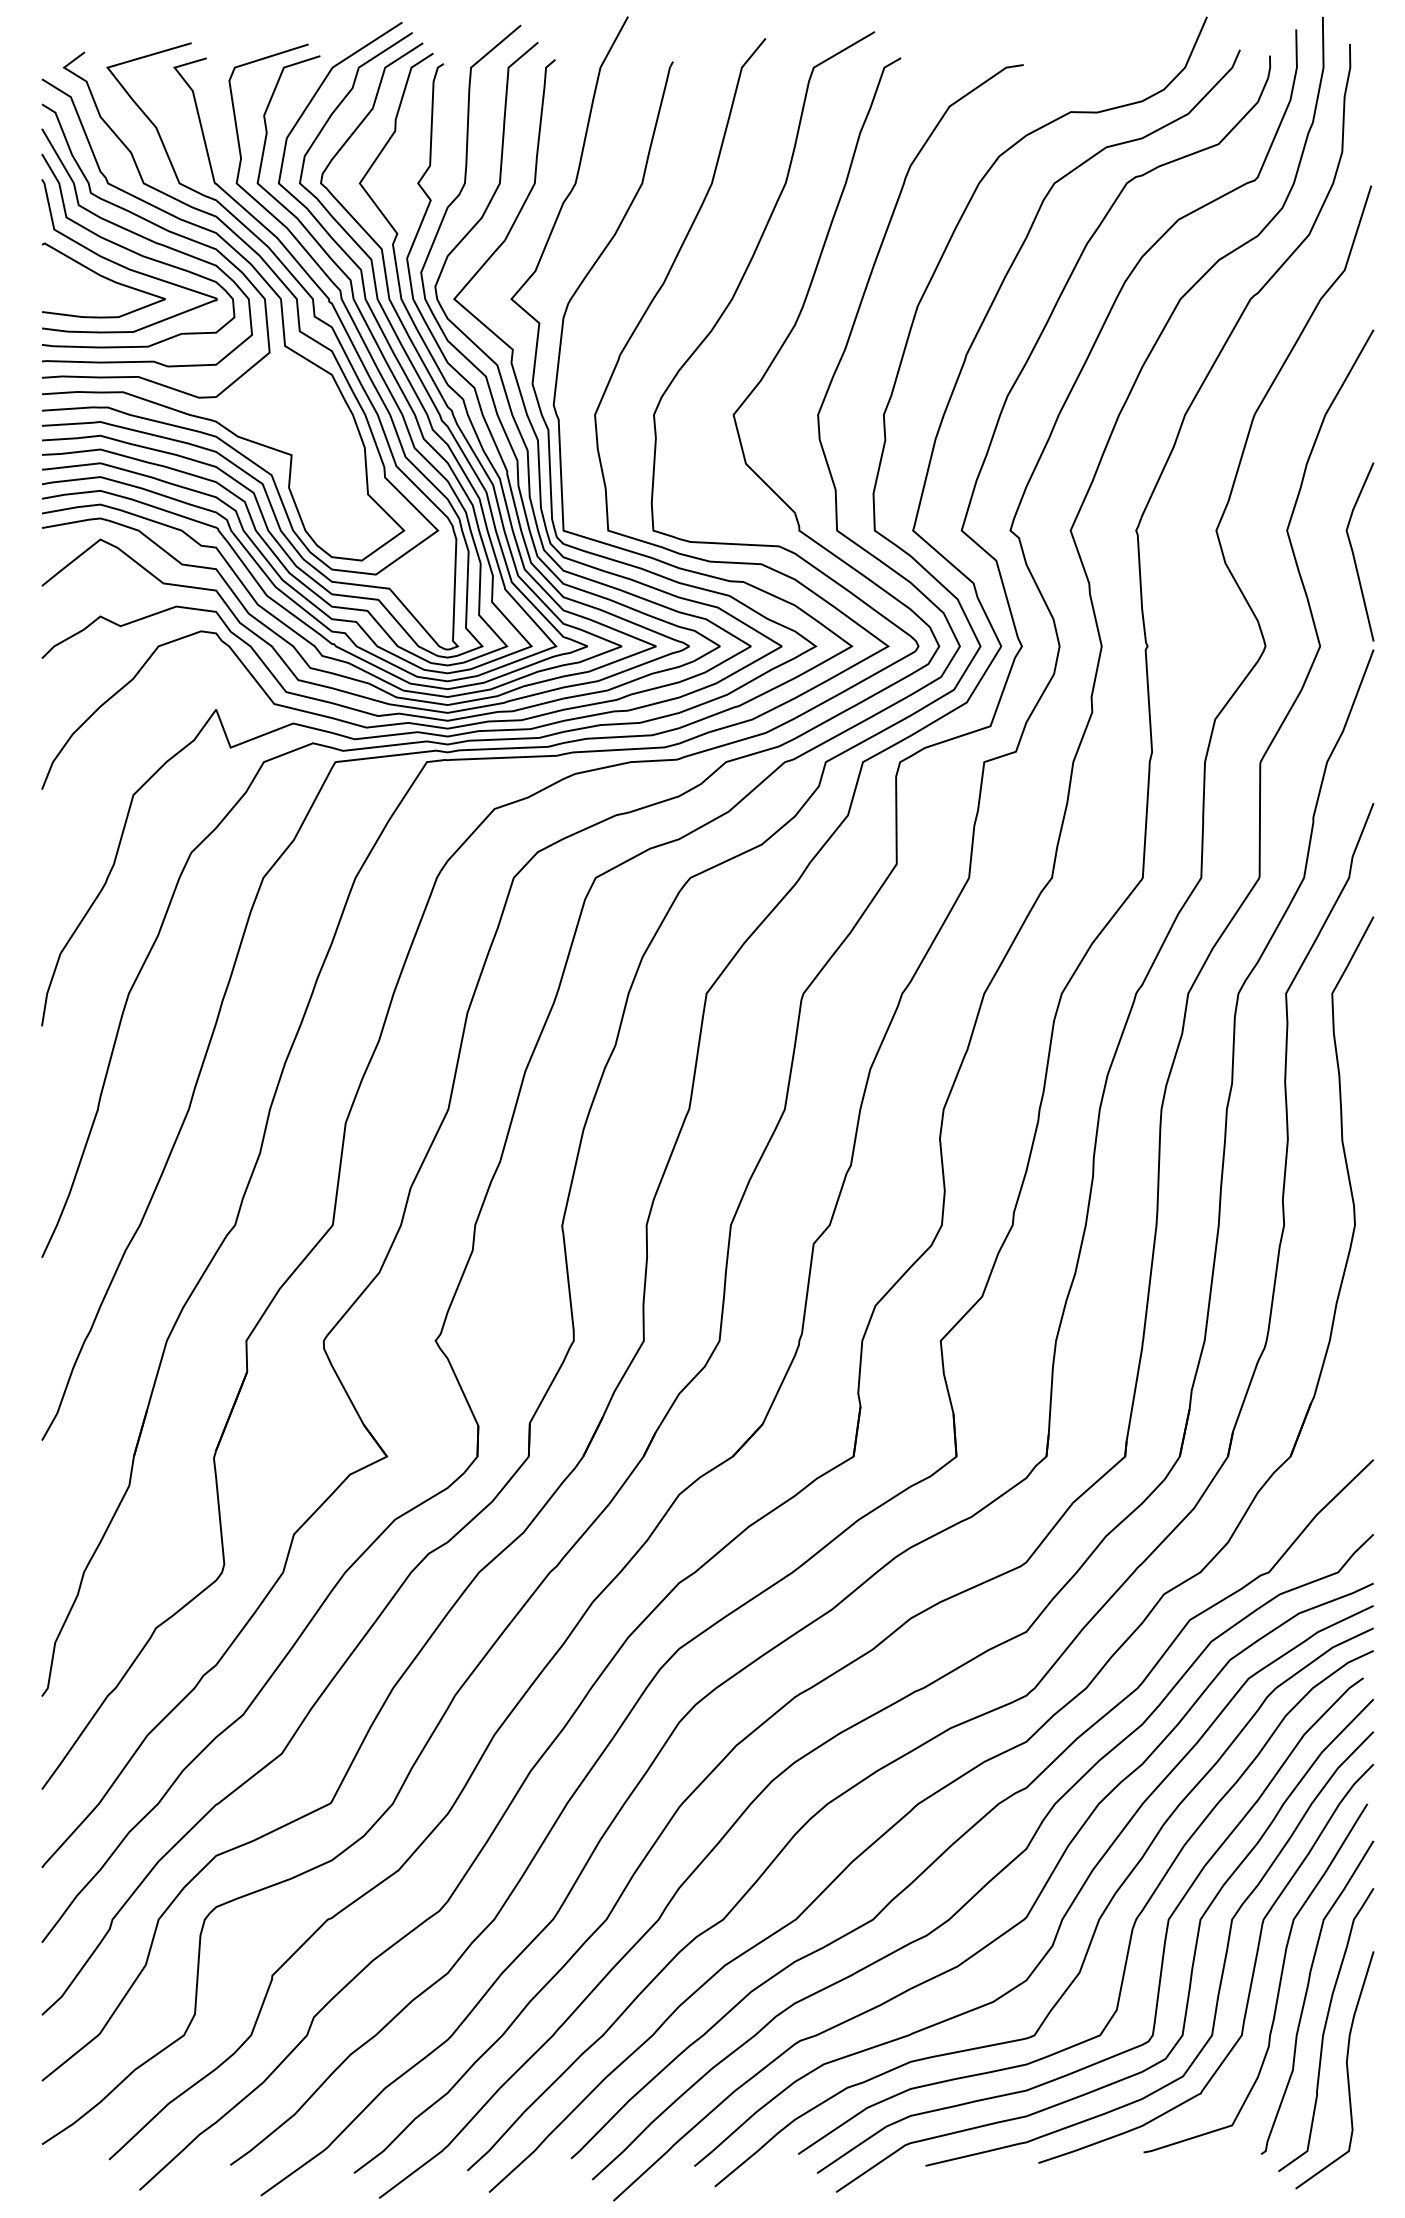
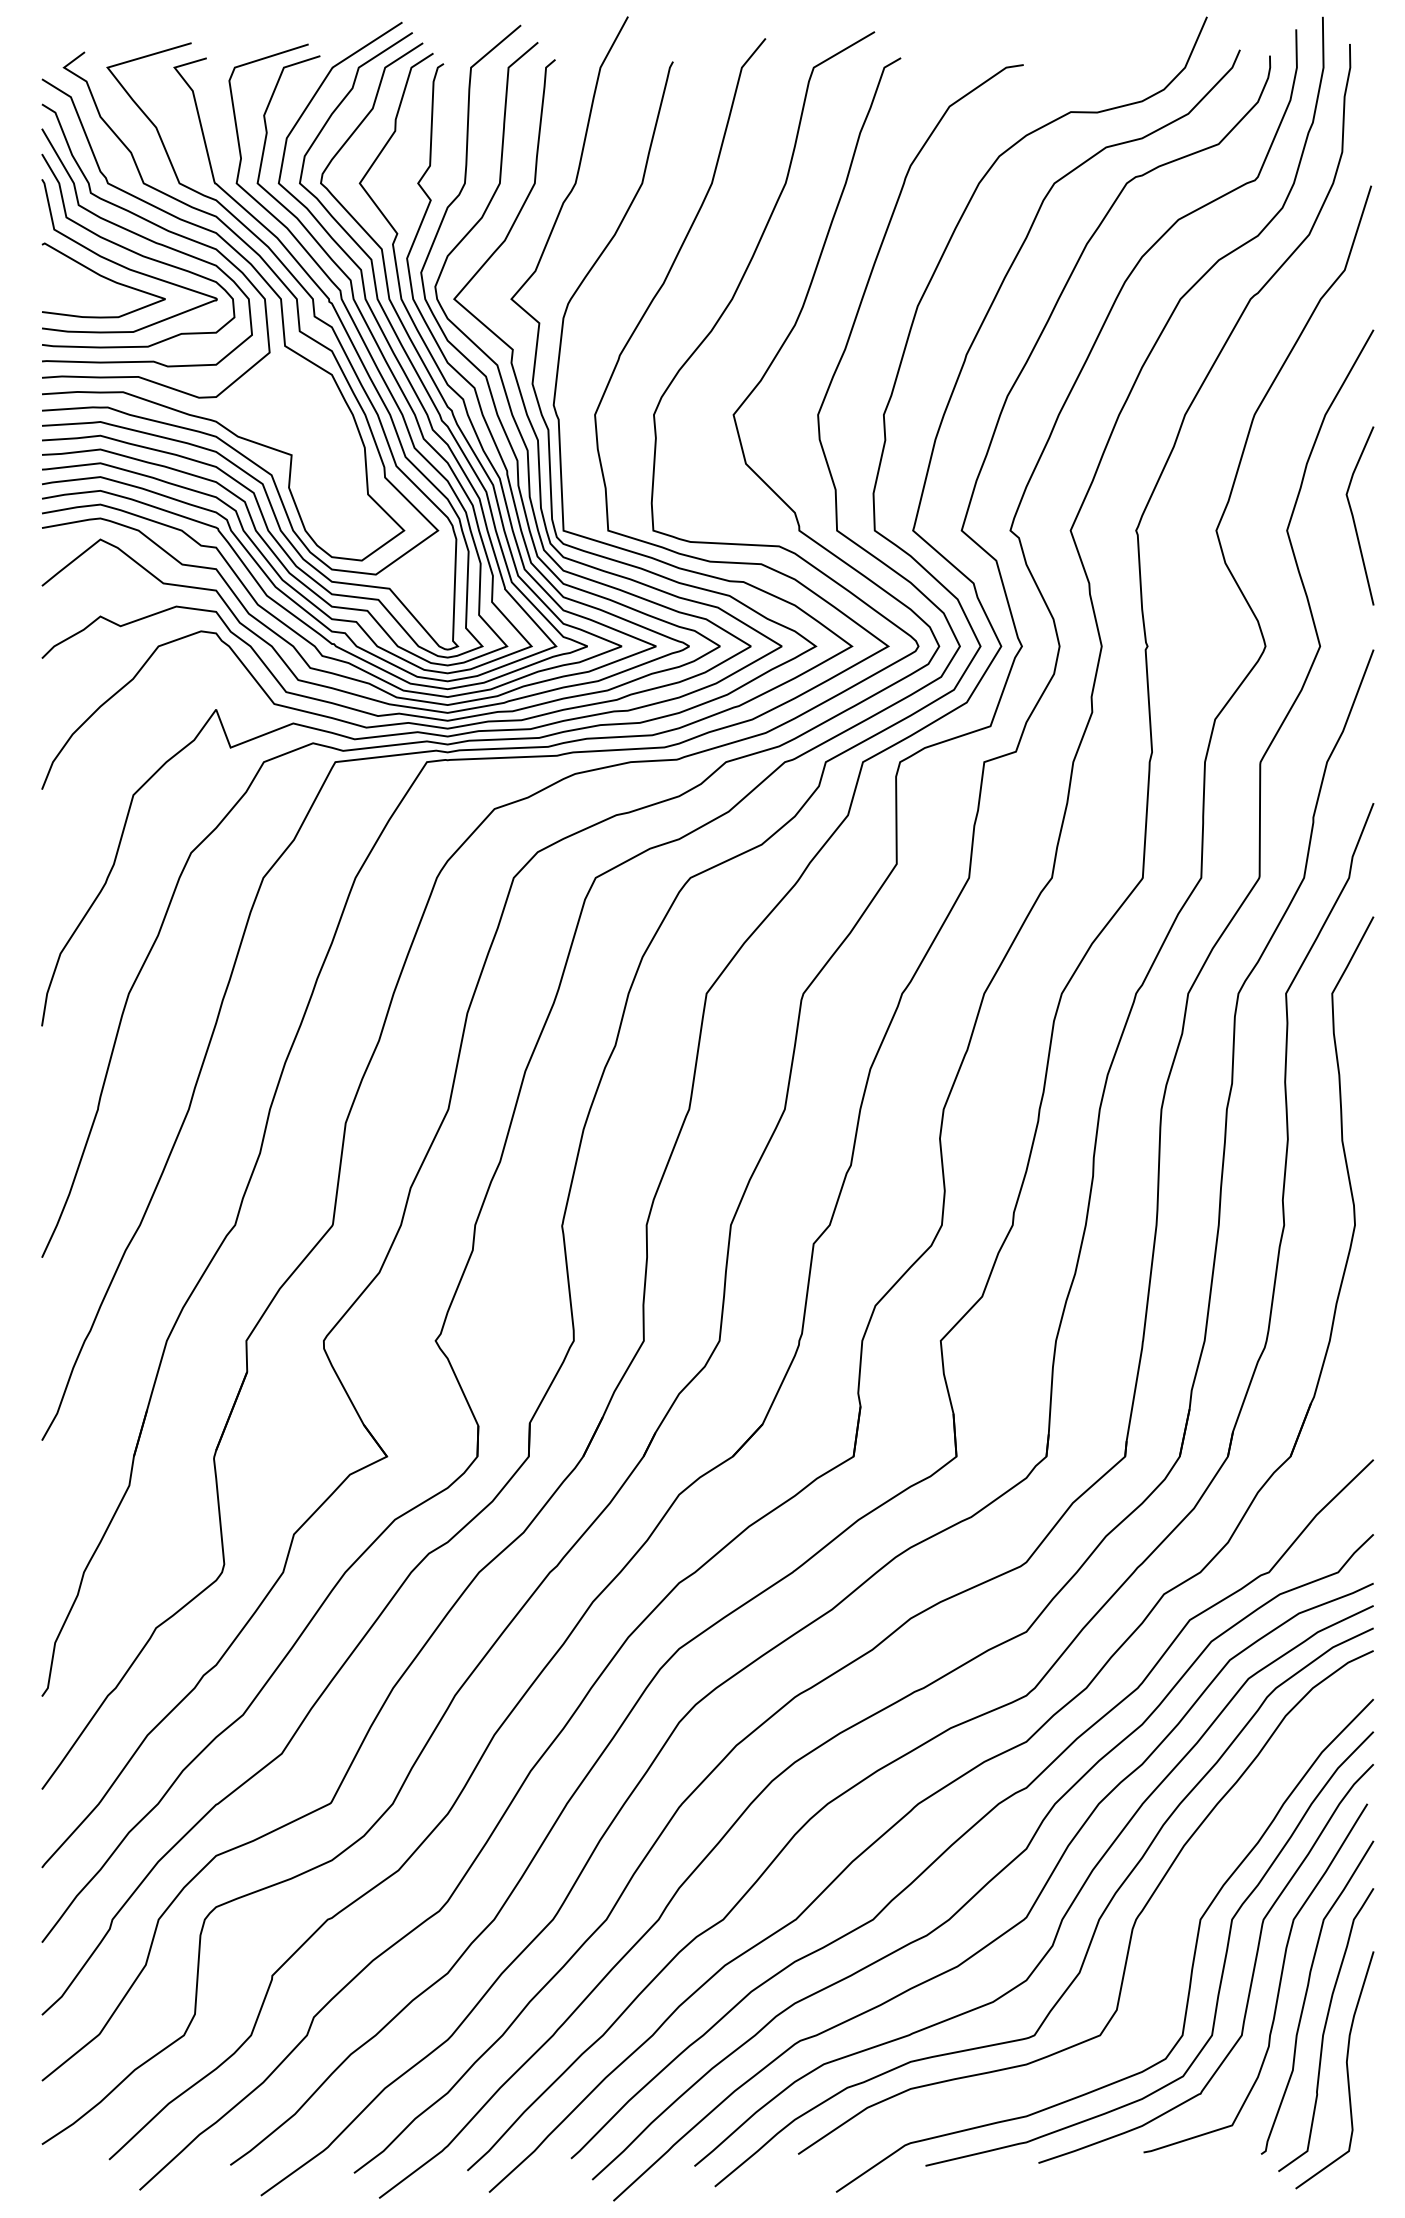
line at (1354, 554) position: (1354, 554) -> (1354, 518)
curve at (1164, 1937): present -> none
